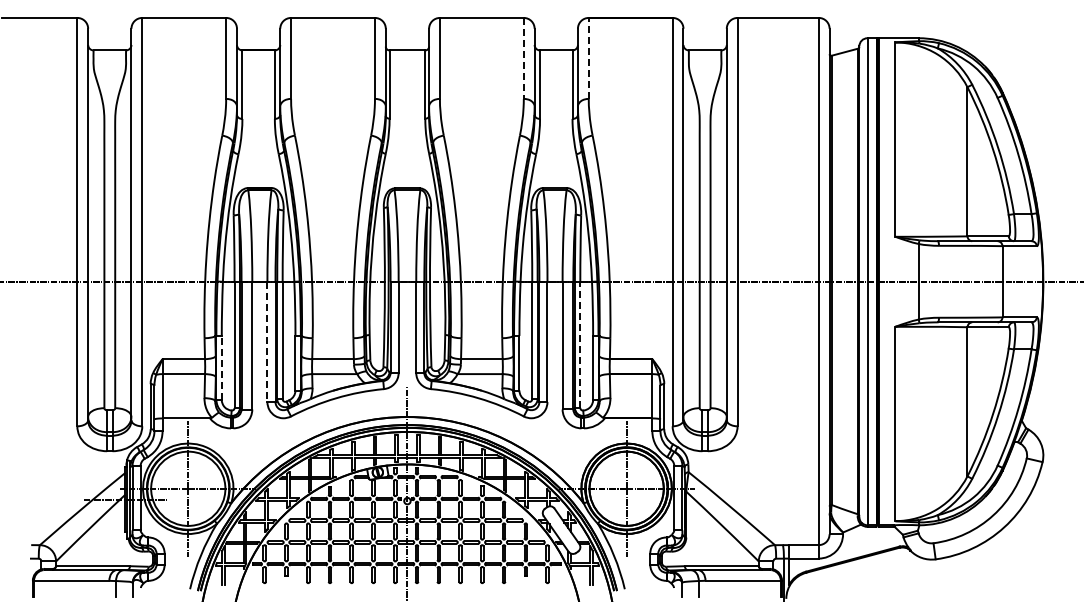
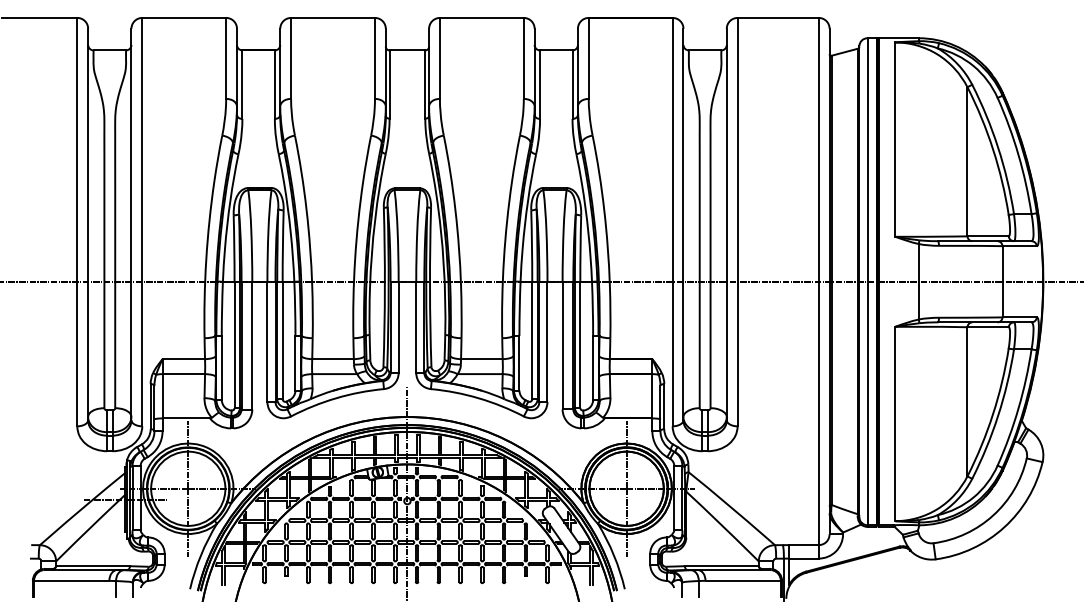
line at (588, 57): dashed -> solid
line at (523, 58): dashed -> solid
line at (267, 342): dashed -> solid
line at (580, 344): dashed -> solid
line at (221, 367): dashed -> solid
